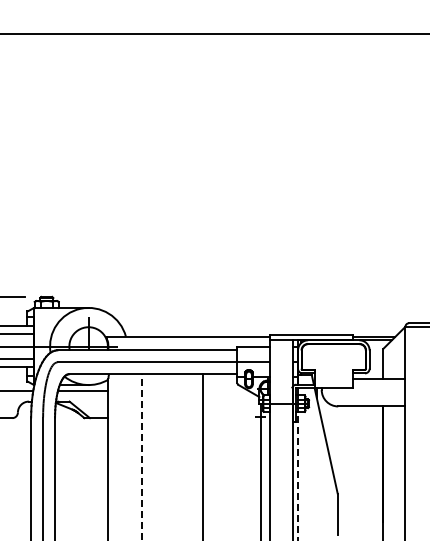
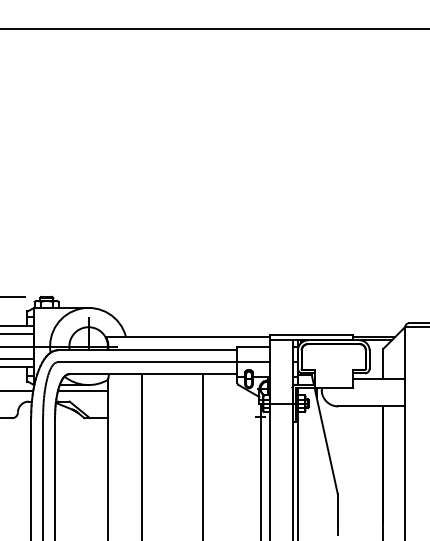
line at (214, 34) position: (214, 34) -> (214, 29)
line at (141, 457): dashed -> solid
line at (298, 476): dashed -> solid
